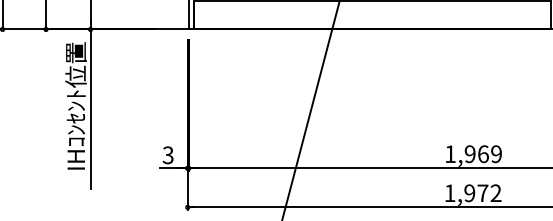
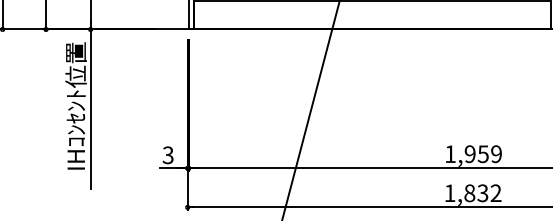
text at (482, 154): 1,969 -> 1,959
text at (476, 193): 1,972 -> 1,832
